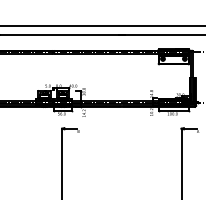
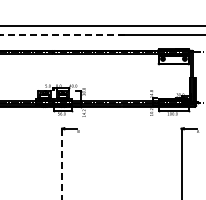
line at (62, 34): solid -> dashed
line at (62, 164): solid -> dashed
